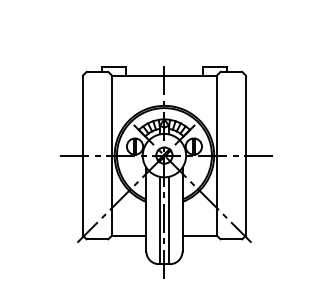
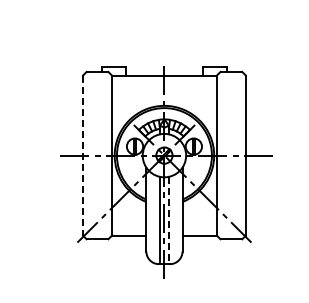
line at (83, 156): solid -> dashed
line at (168, 220): solid -> dashed
